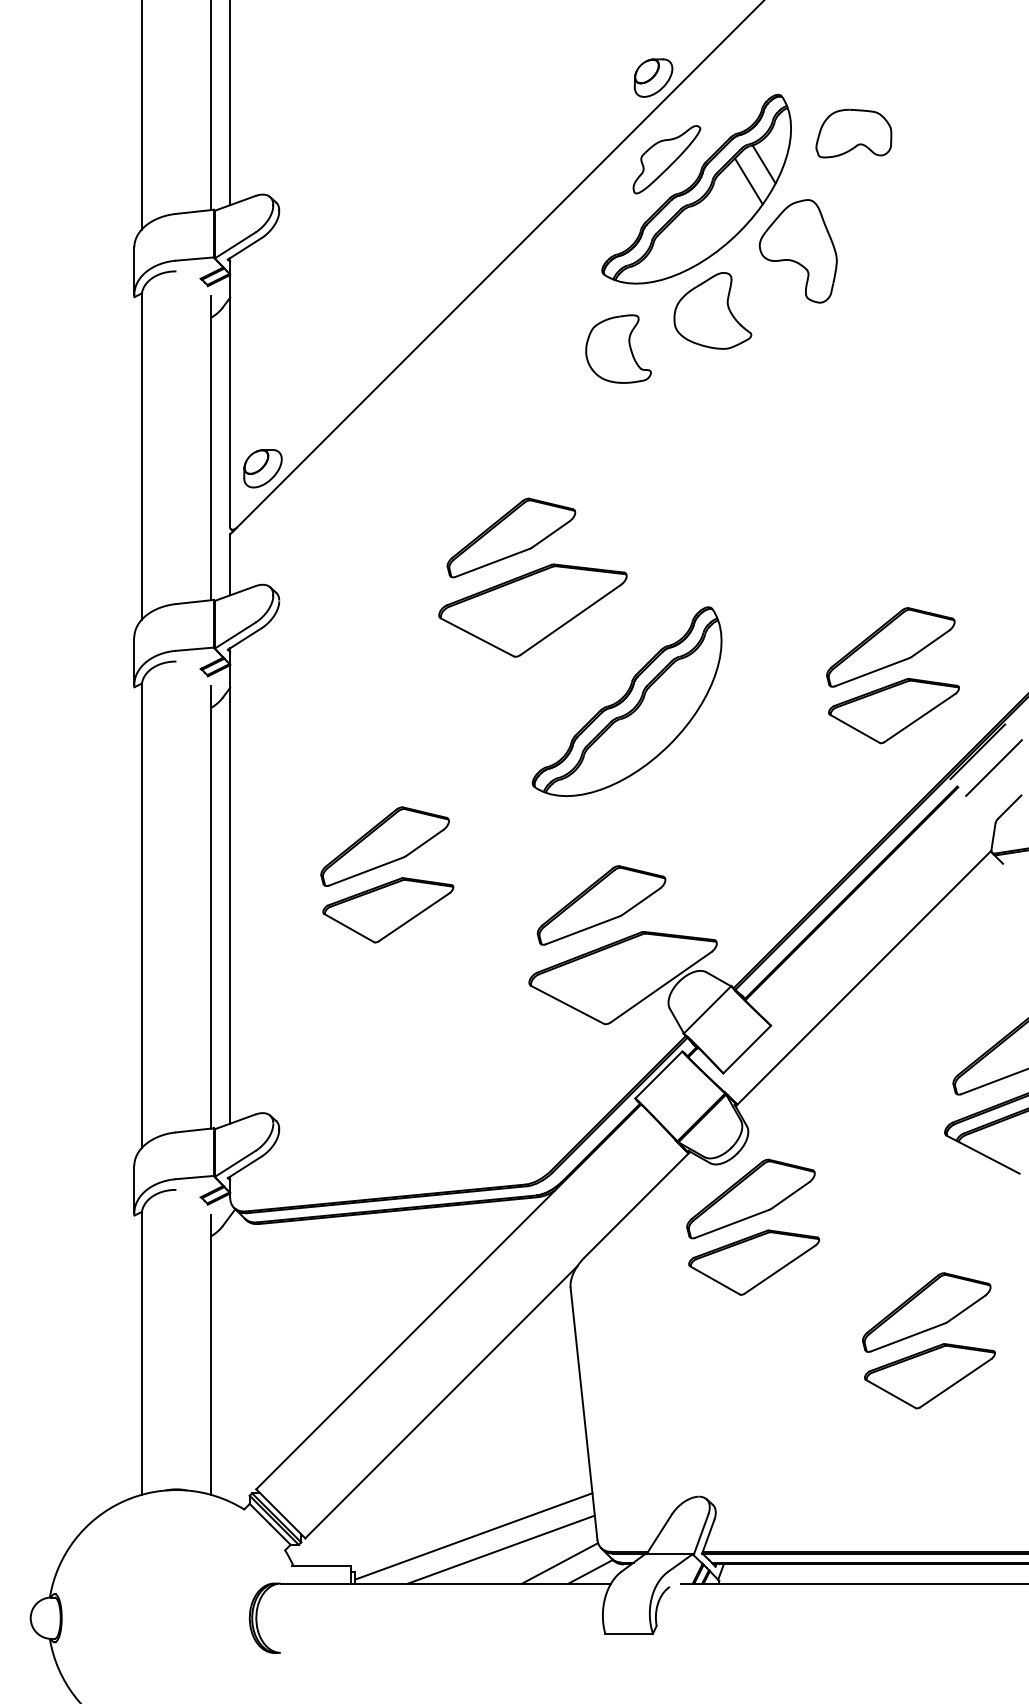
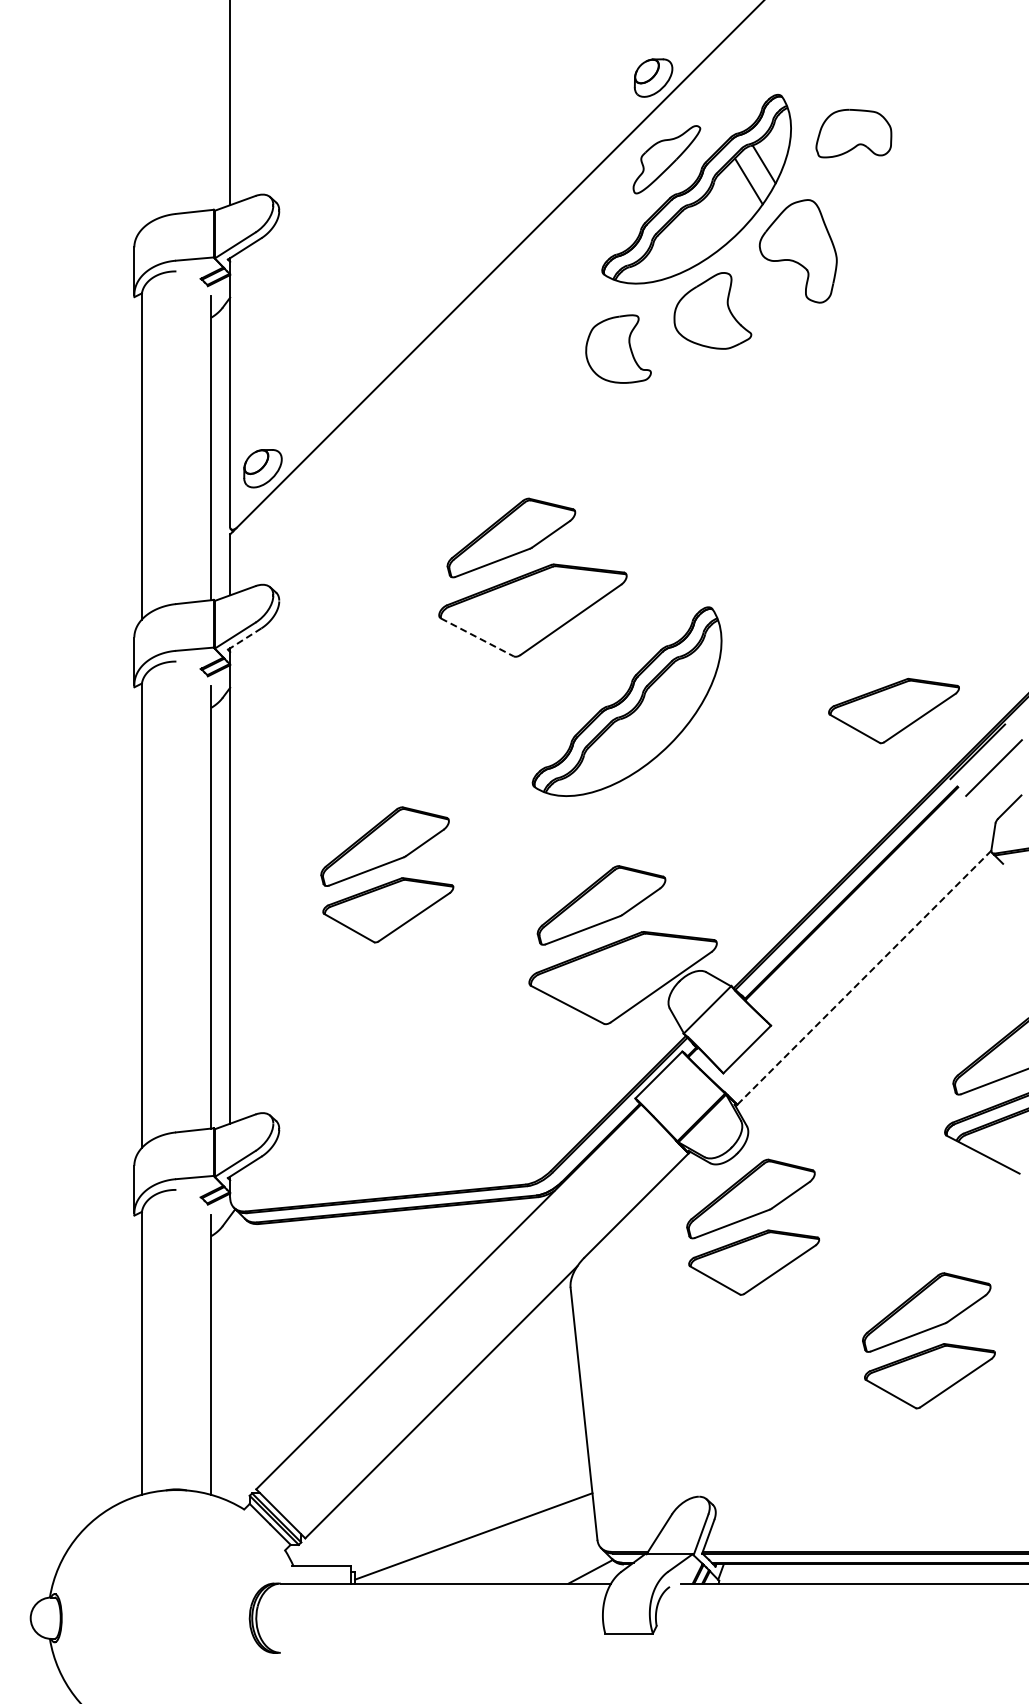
line at (211, 106): present -> none
line at (141, 115): present -> none
line at (477, 637): solid -> dashed
line at (244, 639): solid -> dashed
part at (890, 647): present -> none
line at (863, 978): solid -> dashed
line at (501, 1549): present -> none
line at (560, 1563): present -> none
